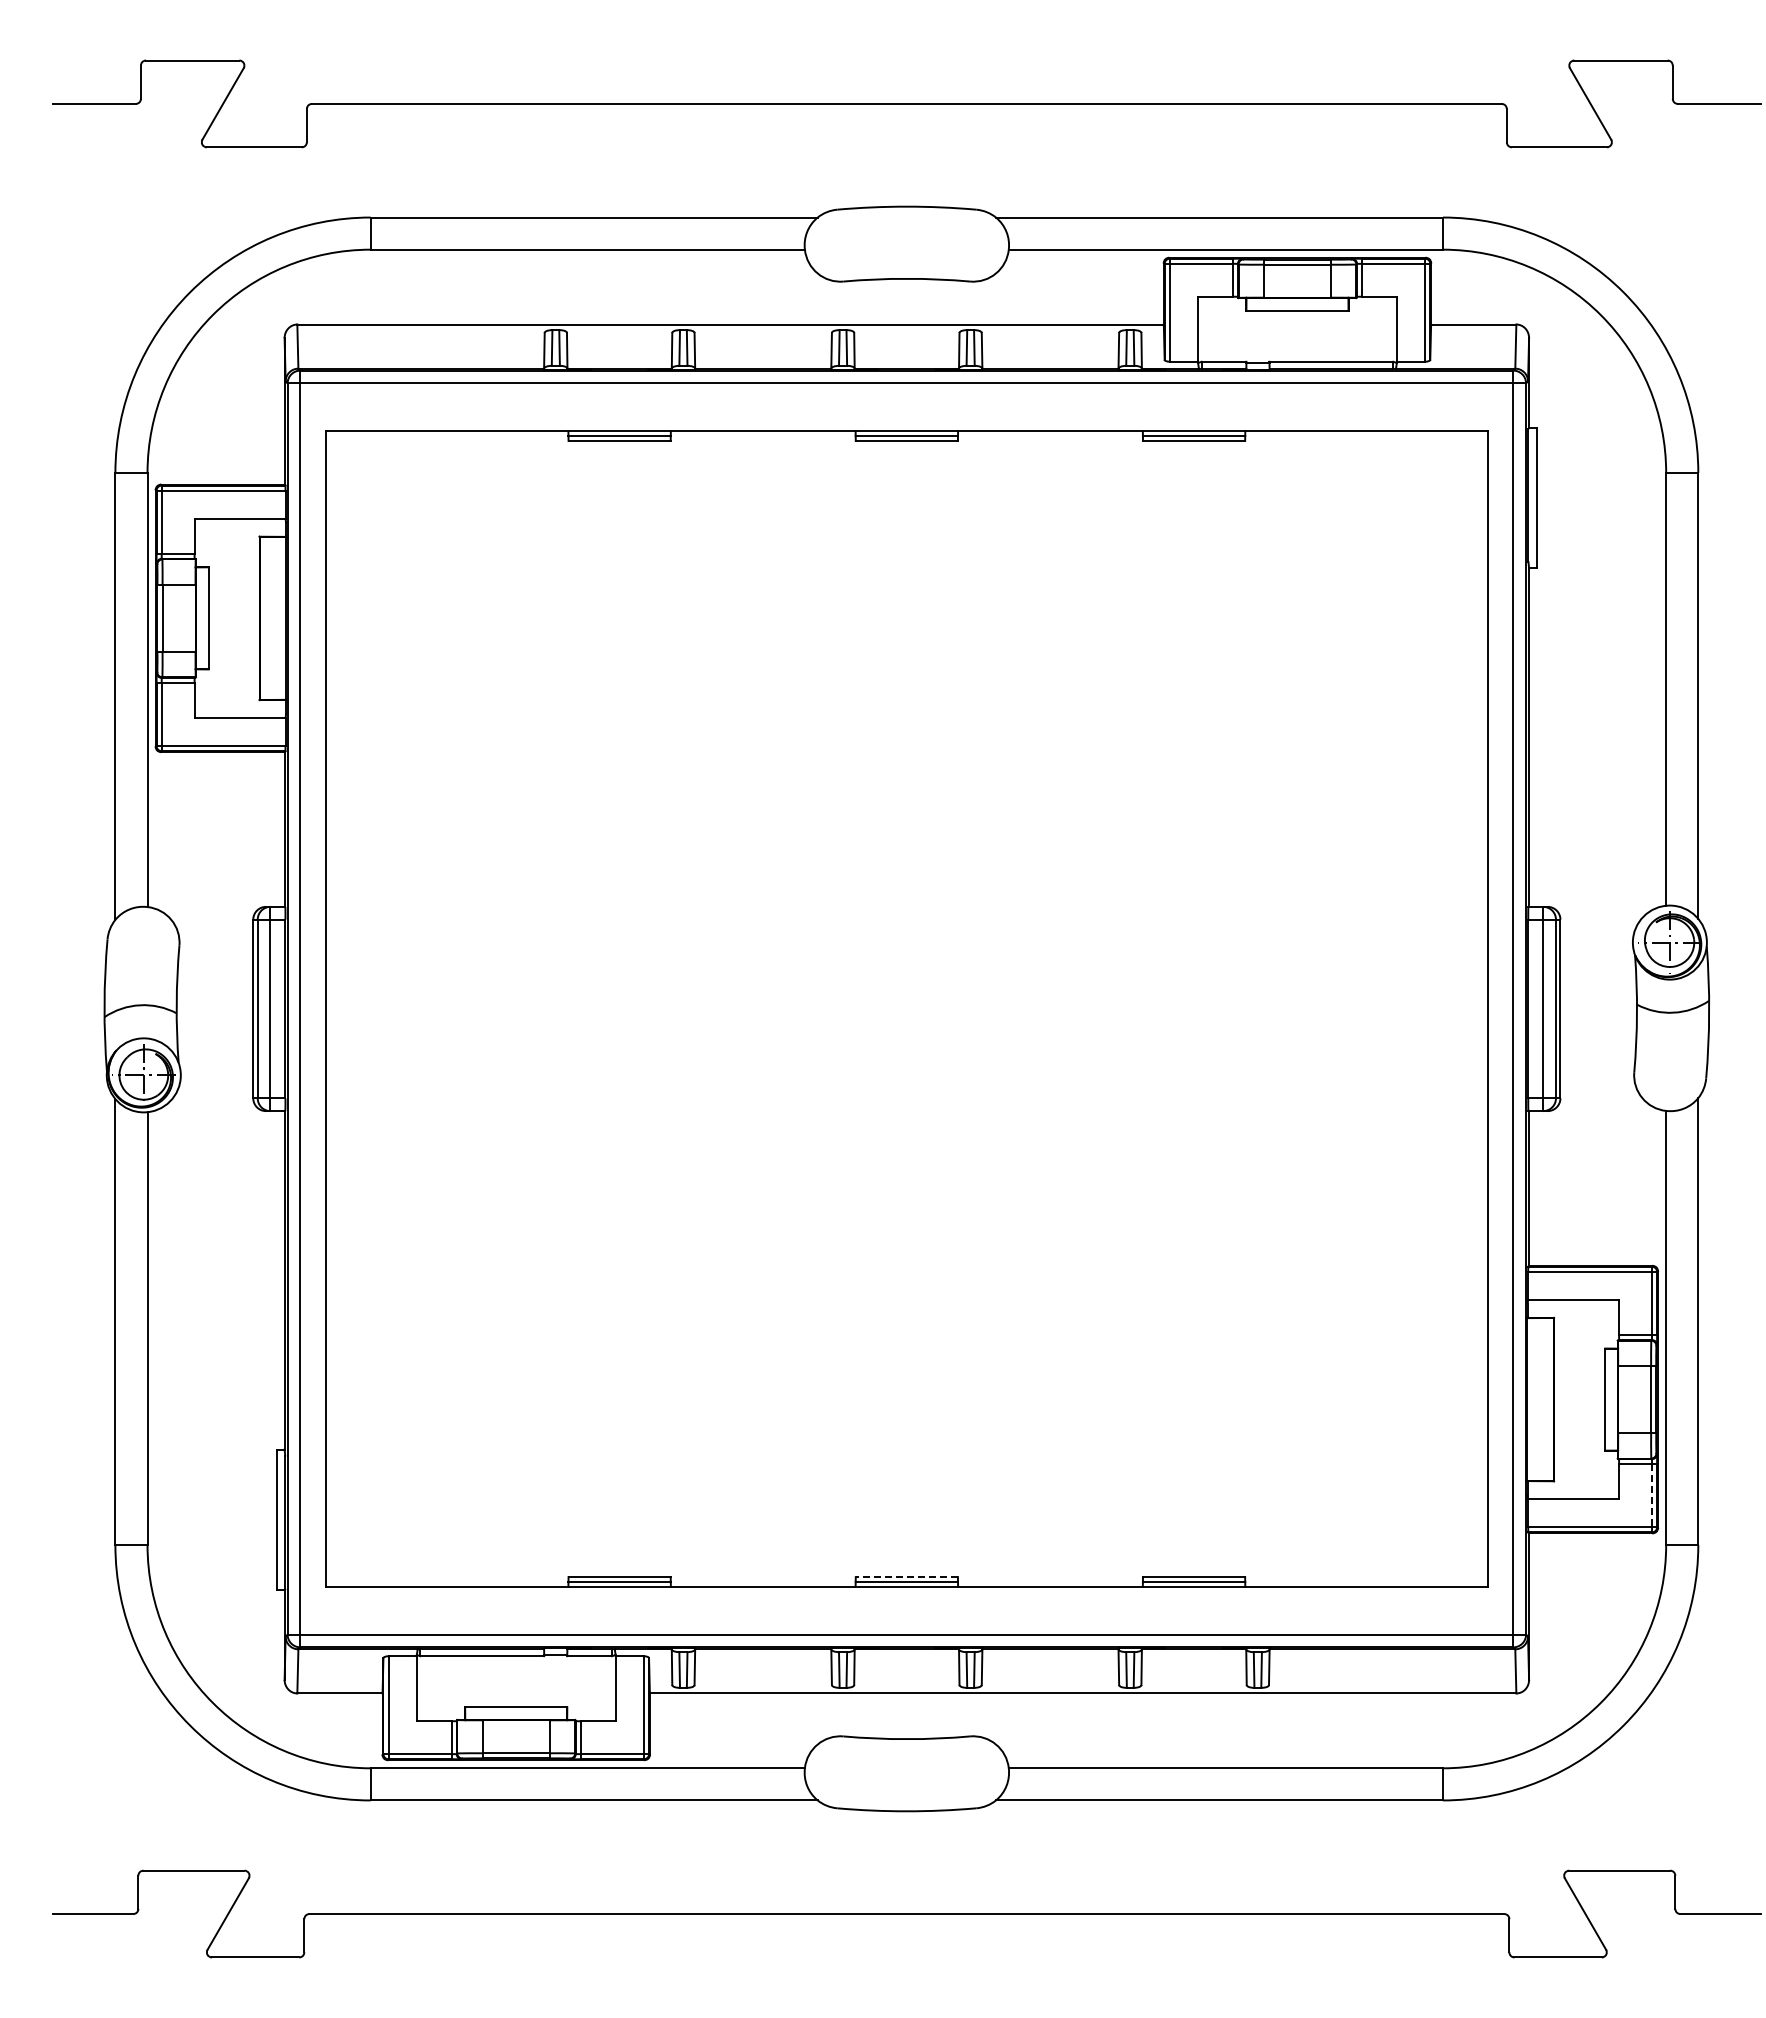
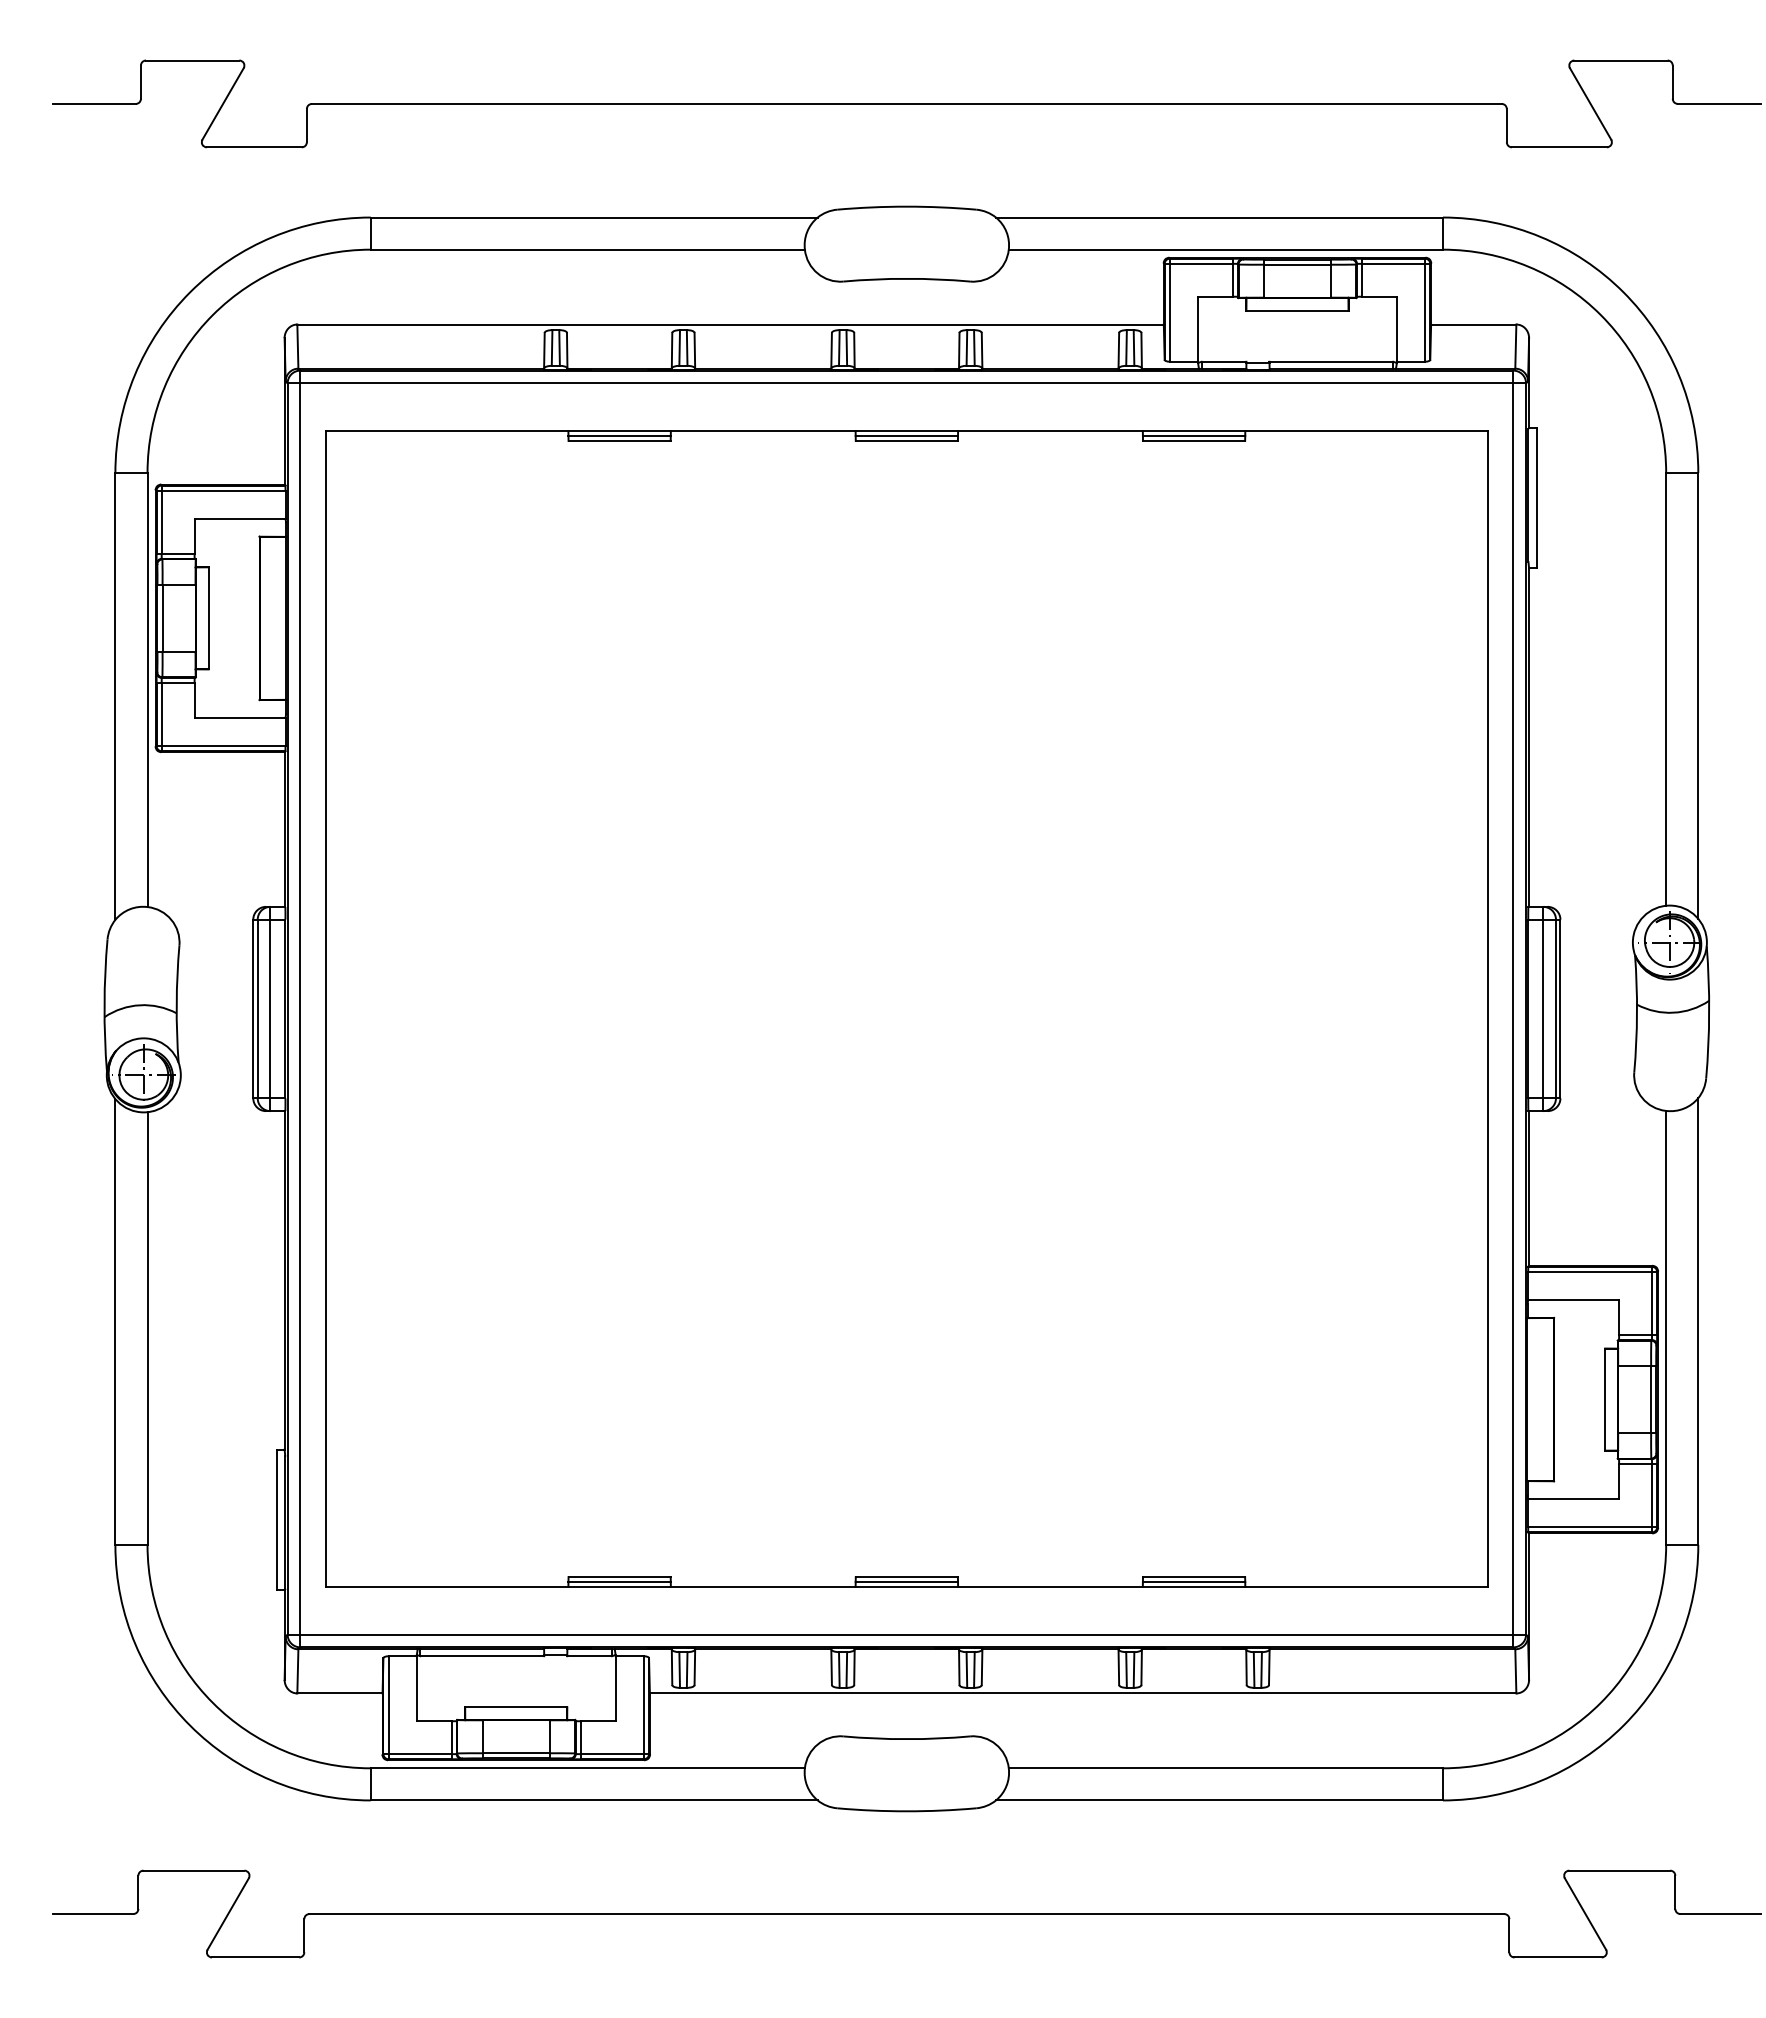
line at (1652, 1495): dashed -> solid
line at (906, 1577): dashed -> solid
